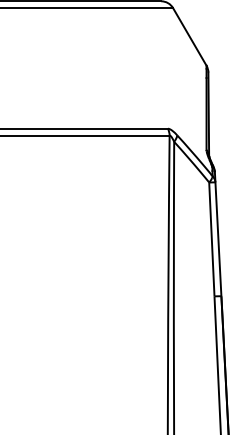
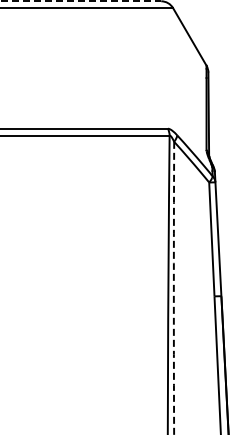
line at (81, 1): solid -> dashed
arc at (173, 288): solid -> dashed
